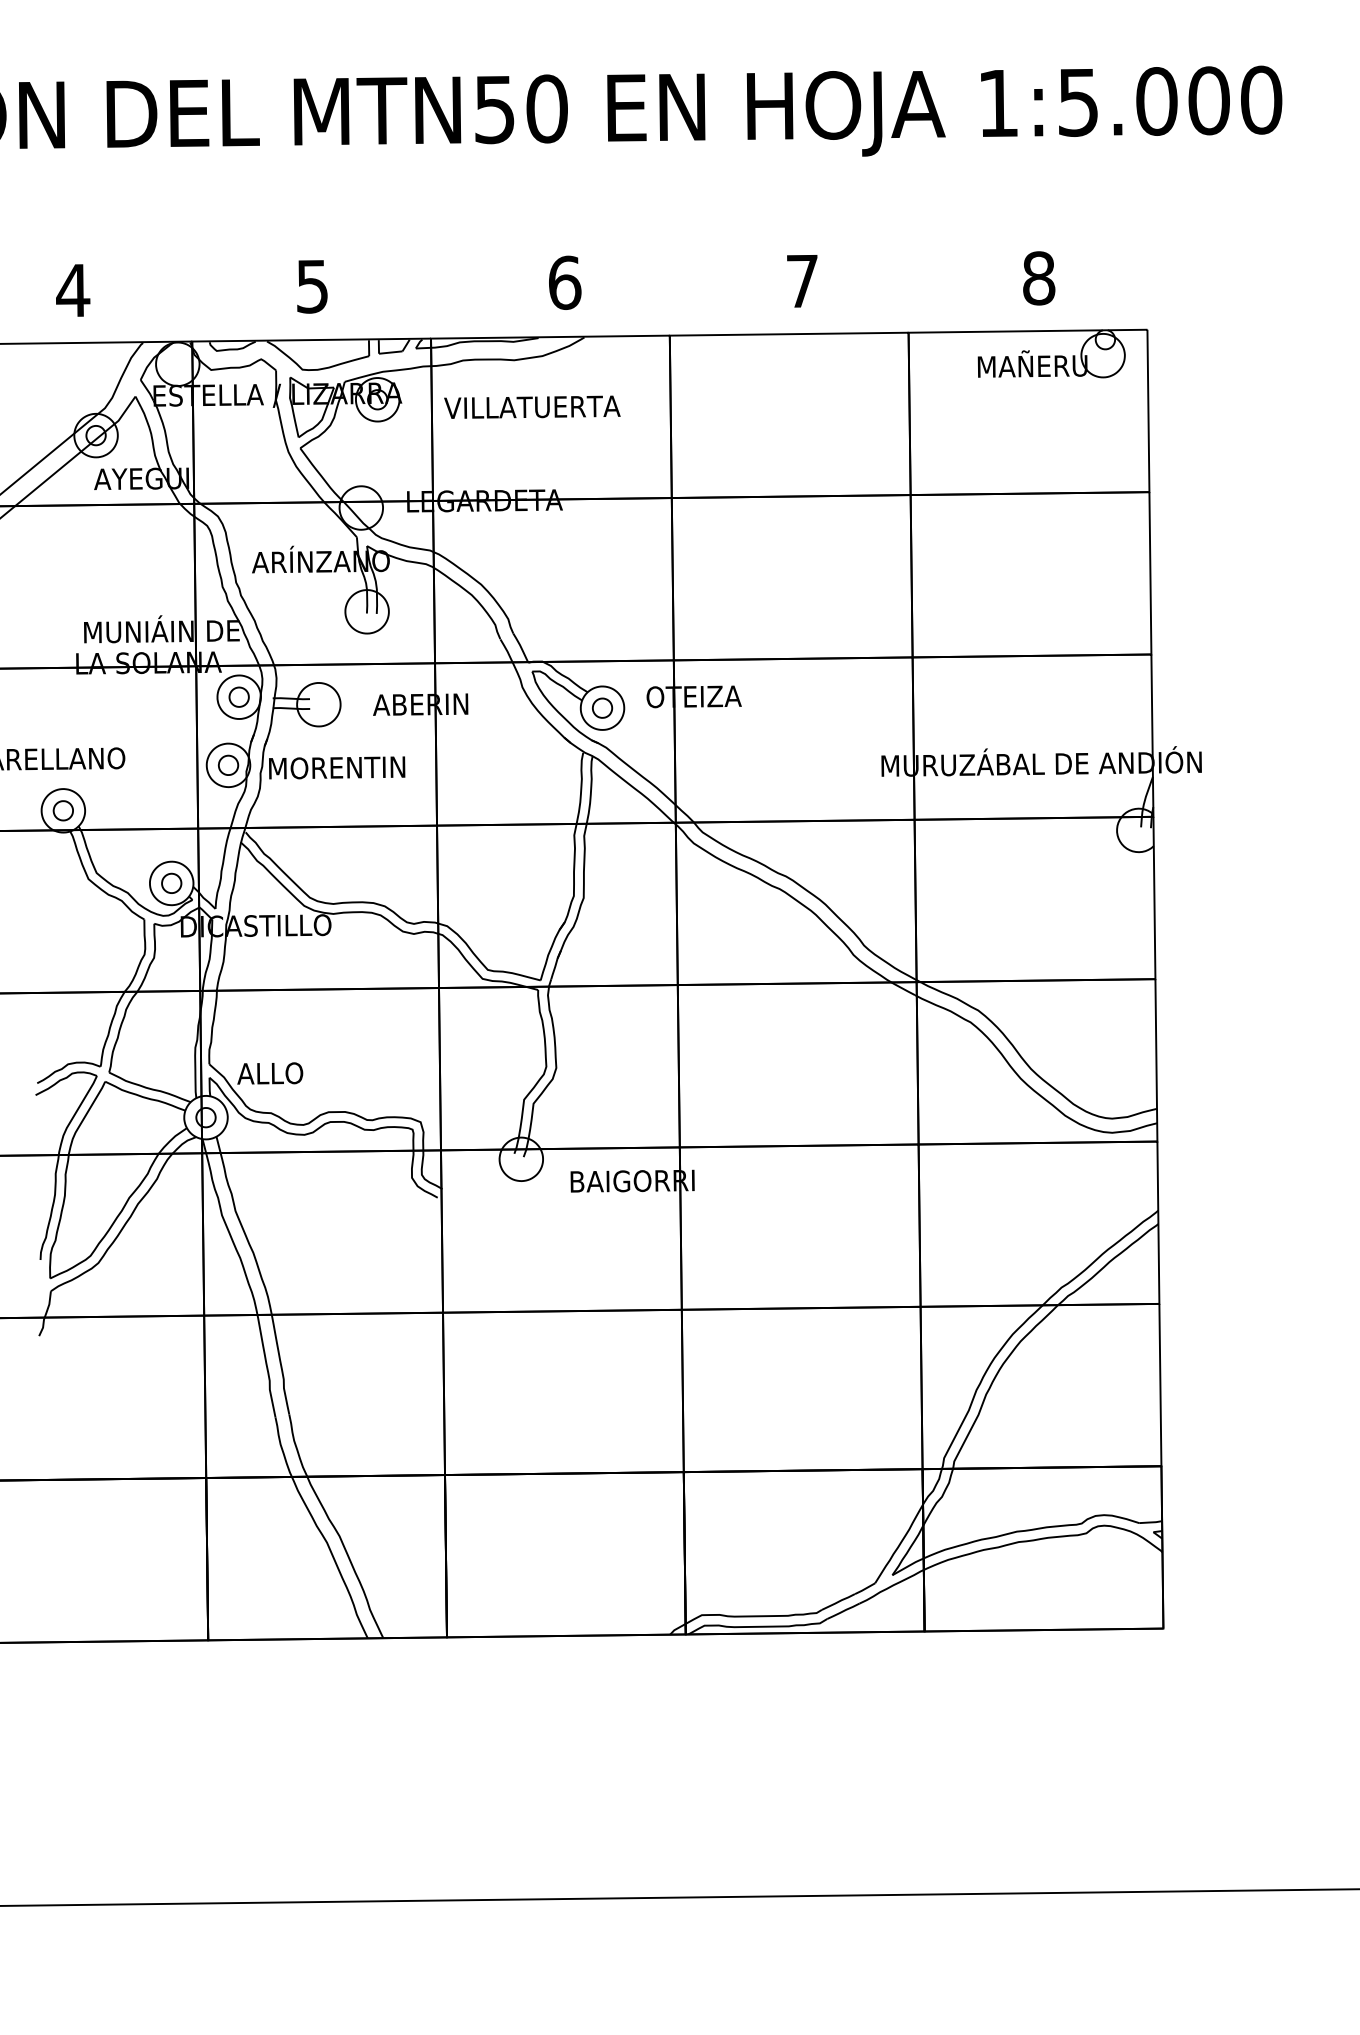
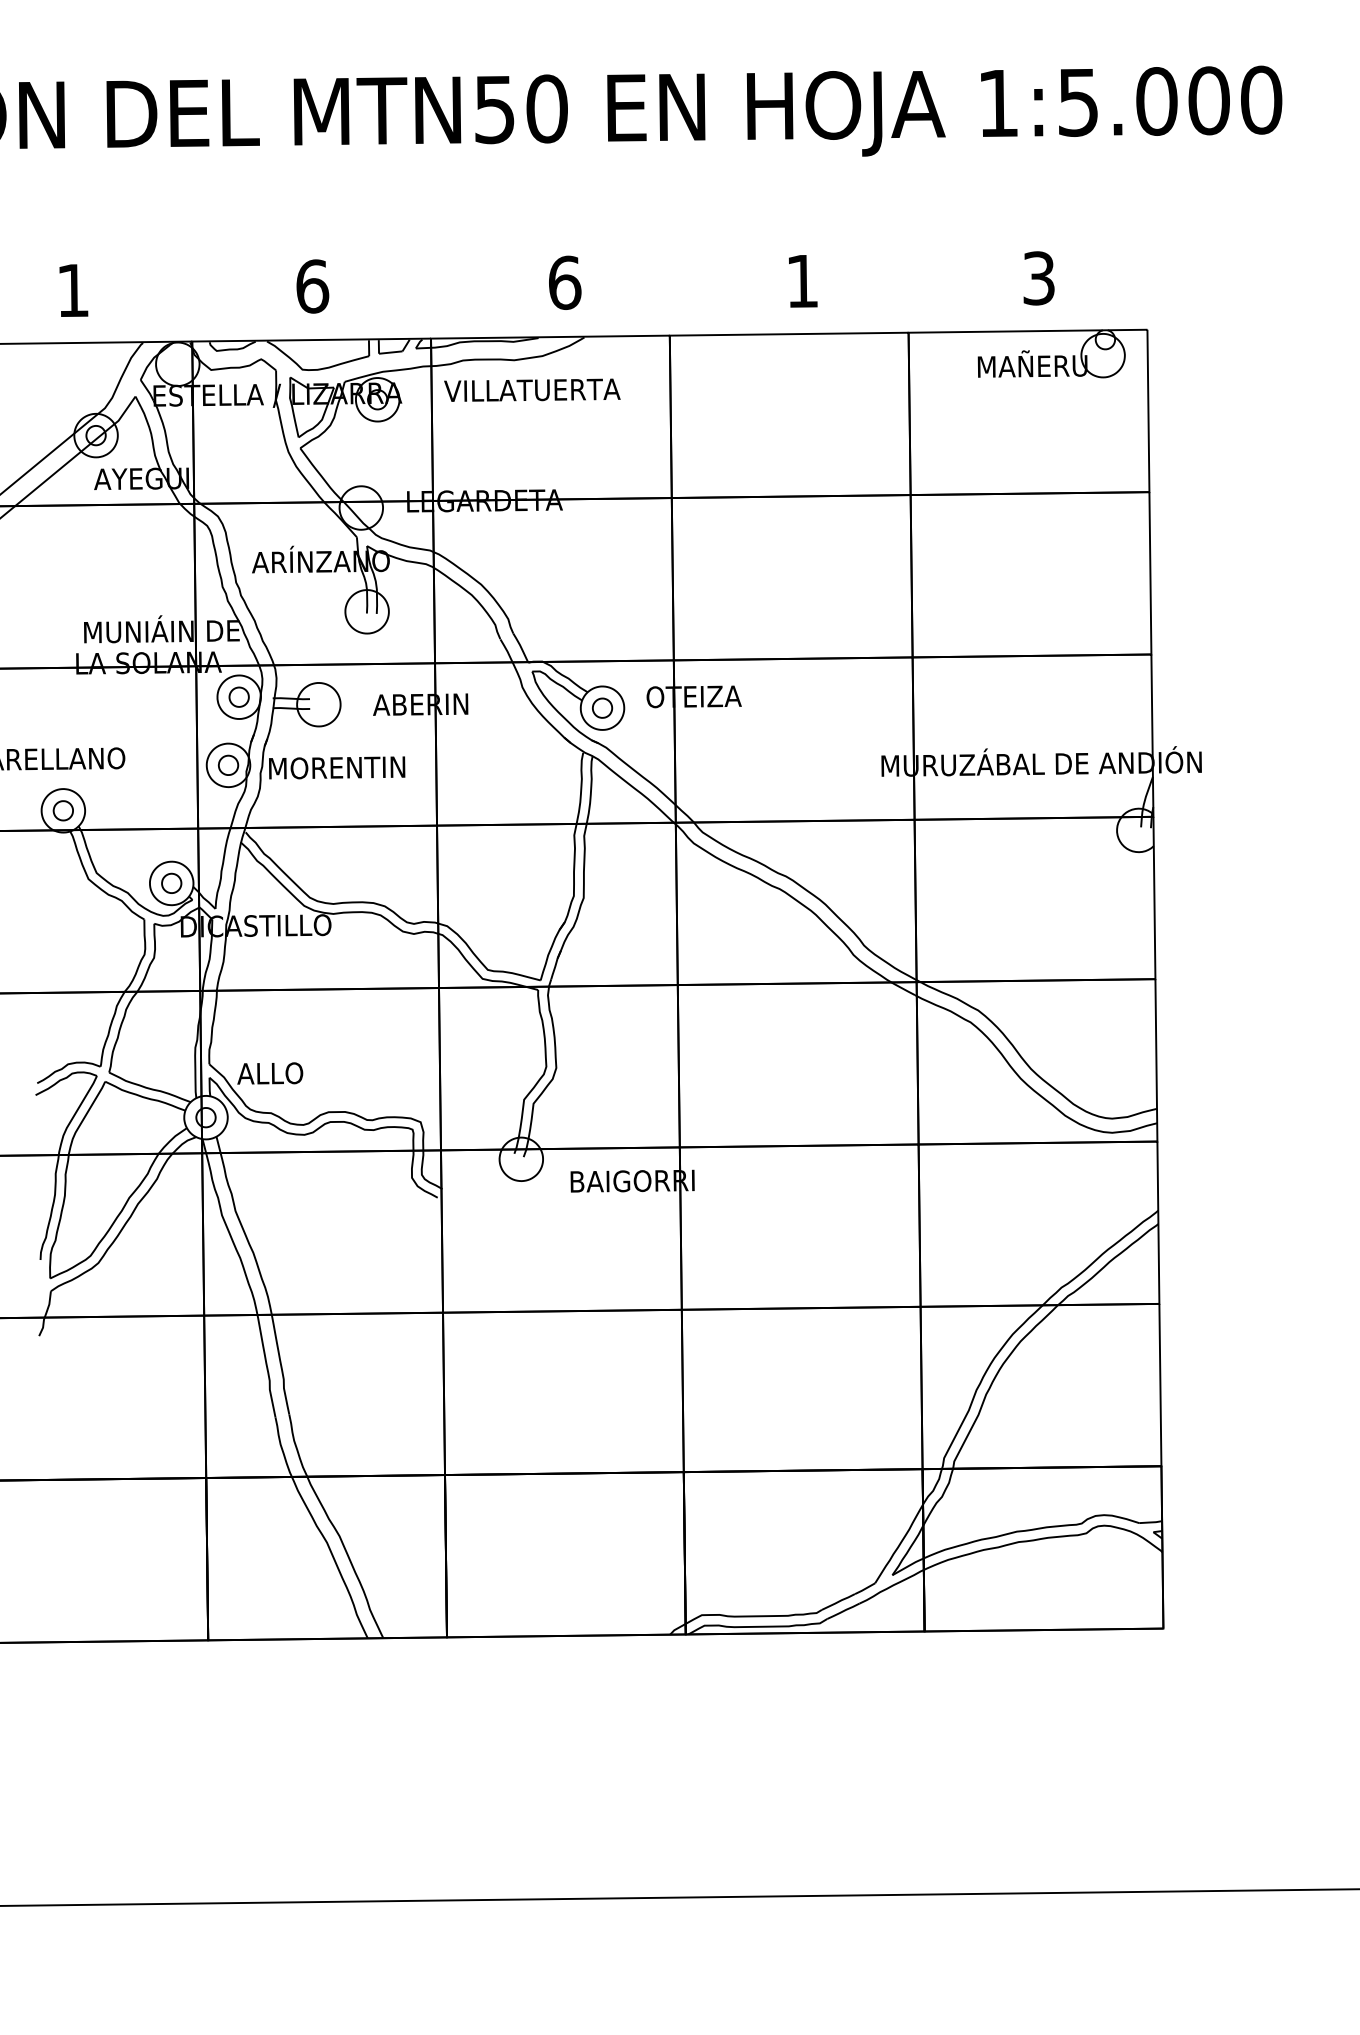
text at (1039, 278): 8 -> 3
text at (802, 281): 7 -> 1
text at (312, 286): 5 -> 6
text at (73, 290): 4 -> 1
text at (532, 406) position: (532, 406) -> (532, 389)
